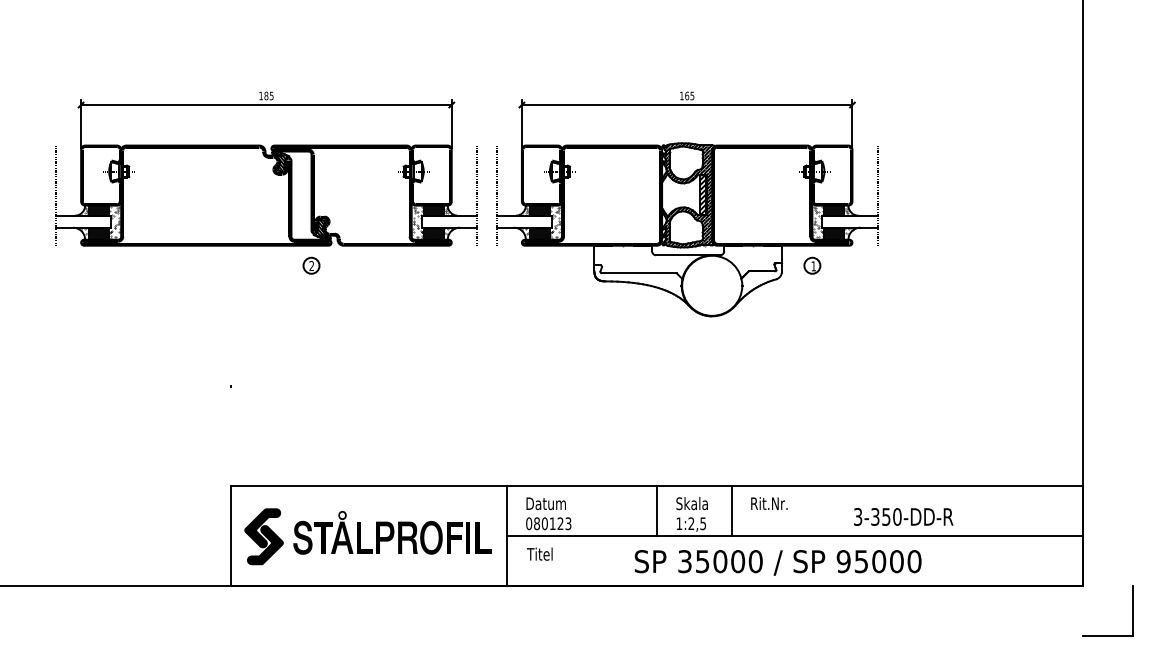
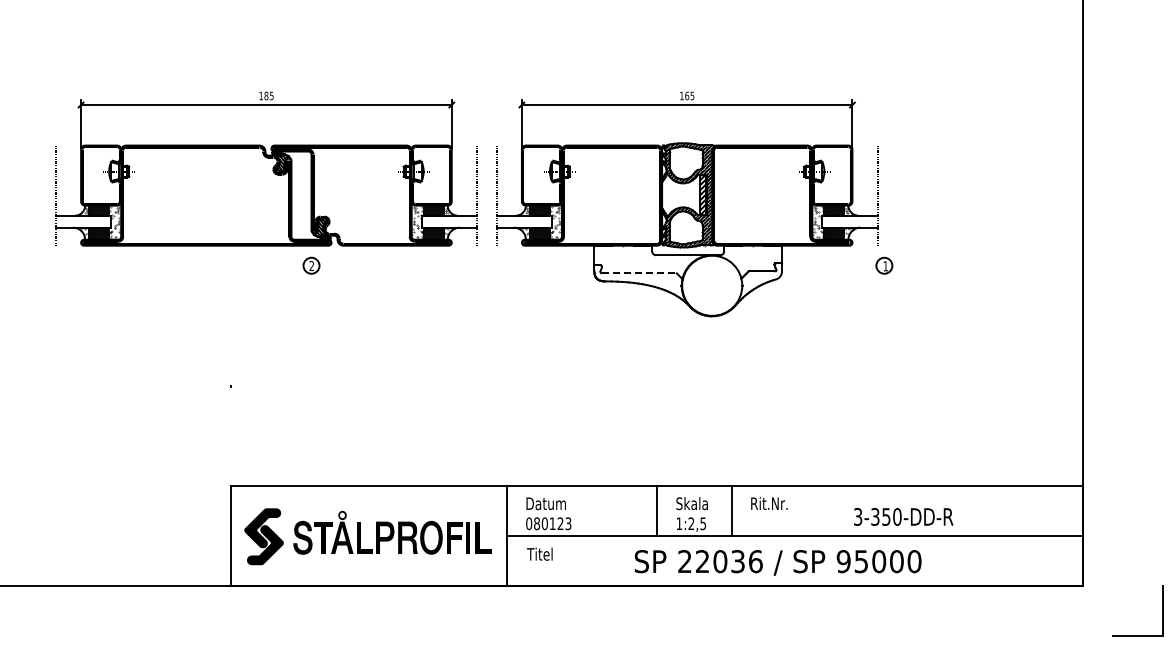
part at (812, 265) position: (812, 265) -> (884, 265)
line at (639, 273): solid -> dashed
text at (720, 561): 35000 -> 22036
part at (1132, 610) position: (1132, 610) -> (1162, 610)
